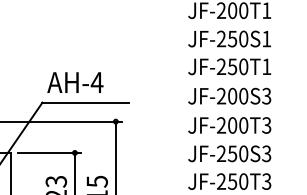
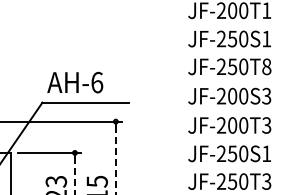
text at (266, 66): JF-250T1 -> JF-250T8
text at (96, 82): AH-4 -> AH-6
text at (266, 153): JF-250S3 -> JF-250S1
line at (115, 160): solid -> dashed
line at (74, 175): solid -> dashed
